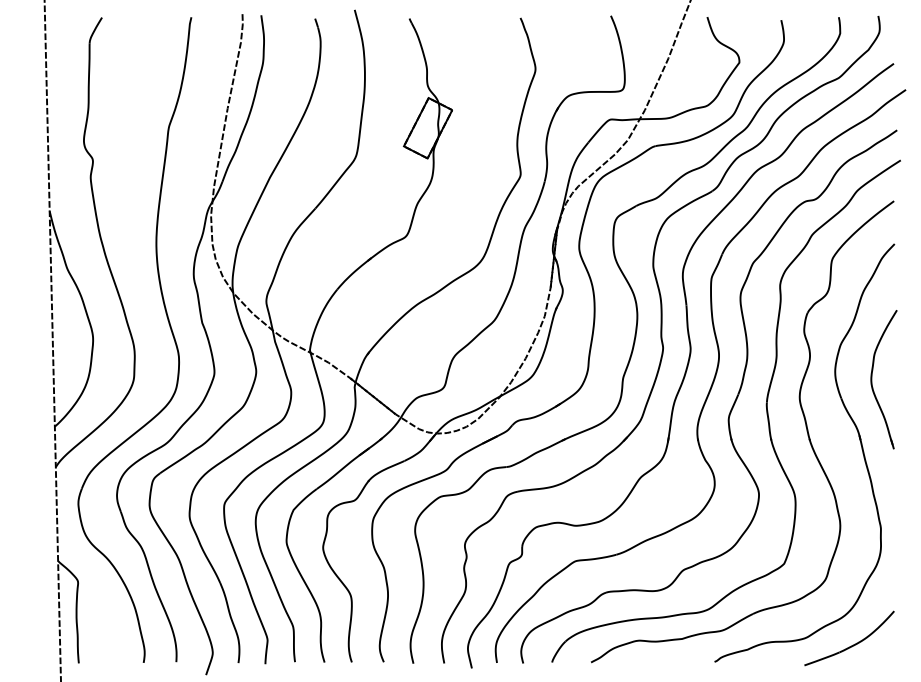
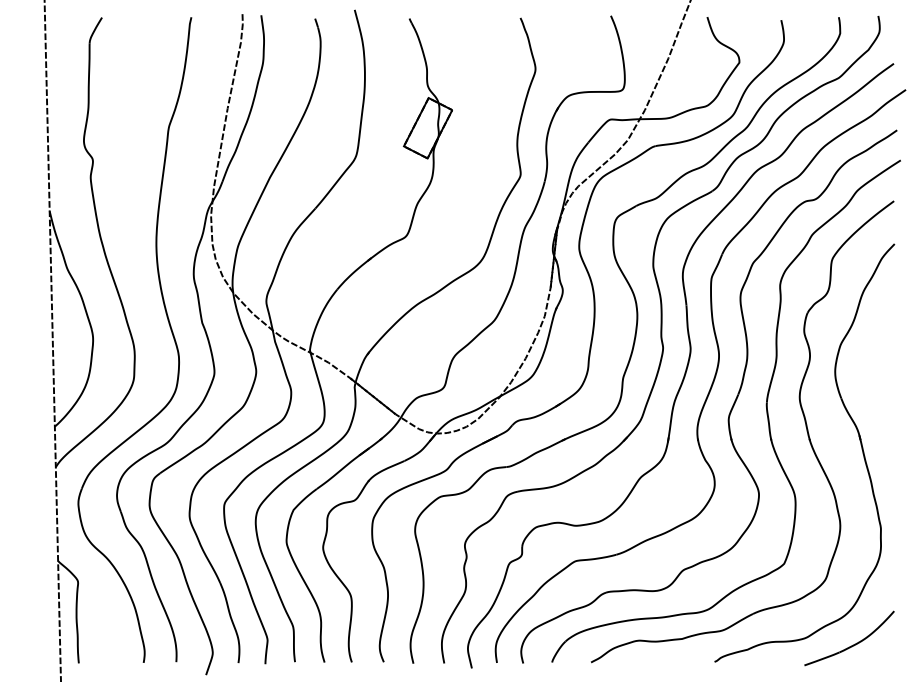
part at (872, 379): present -> none
